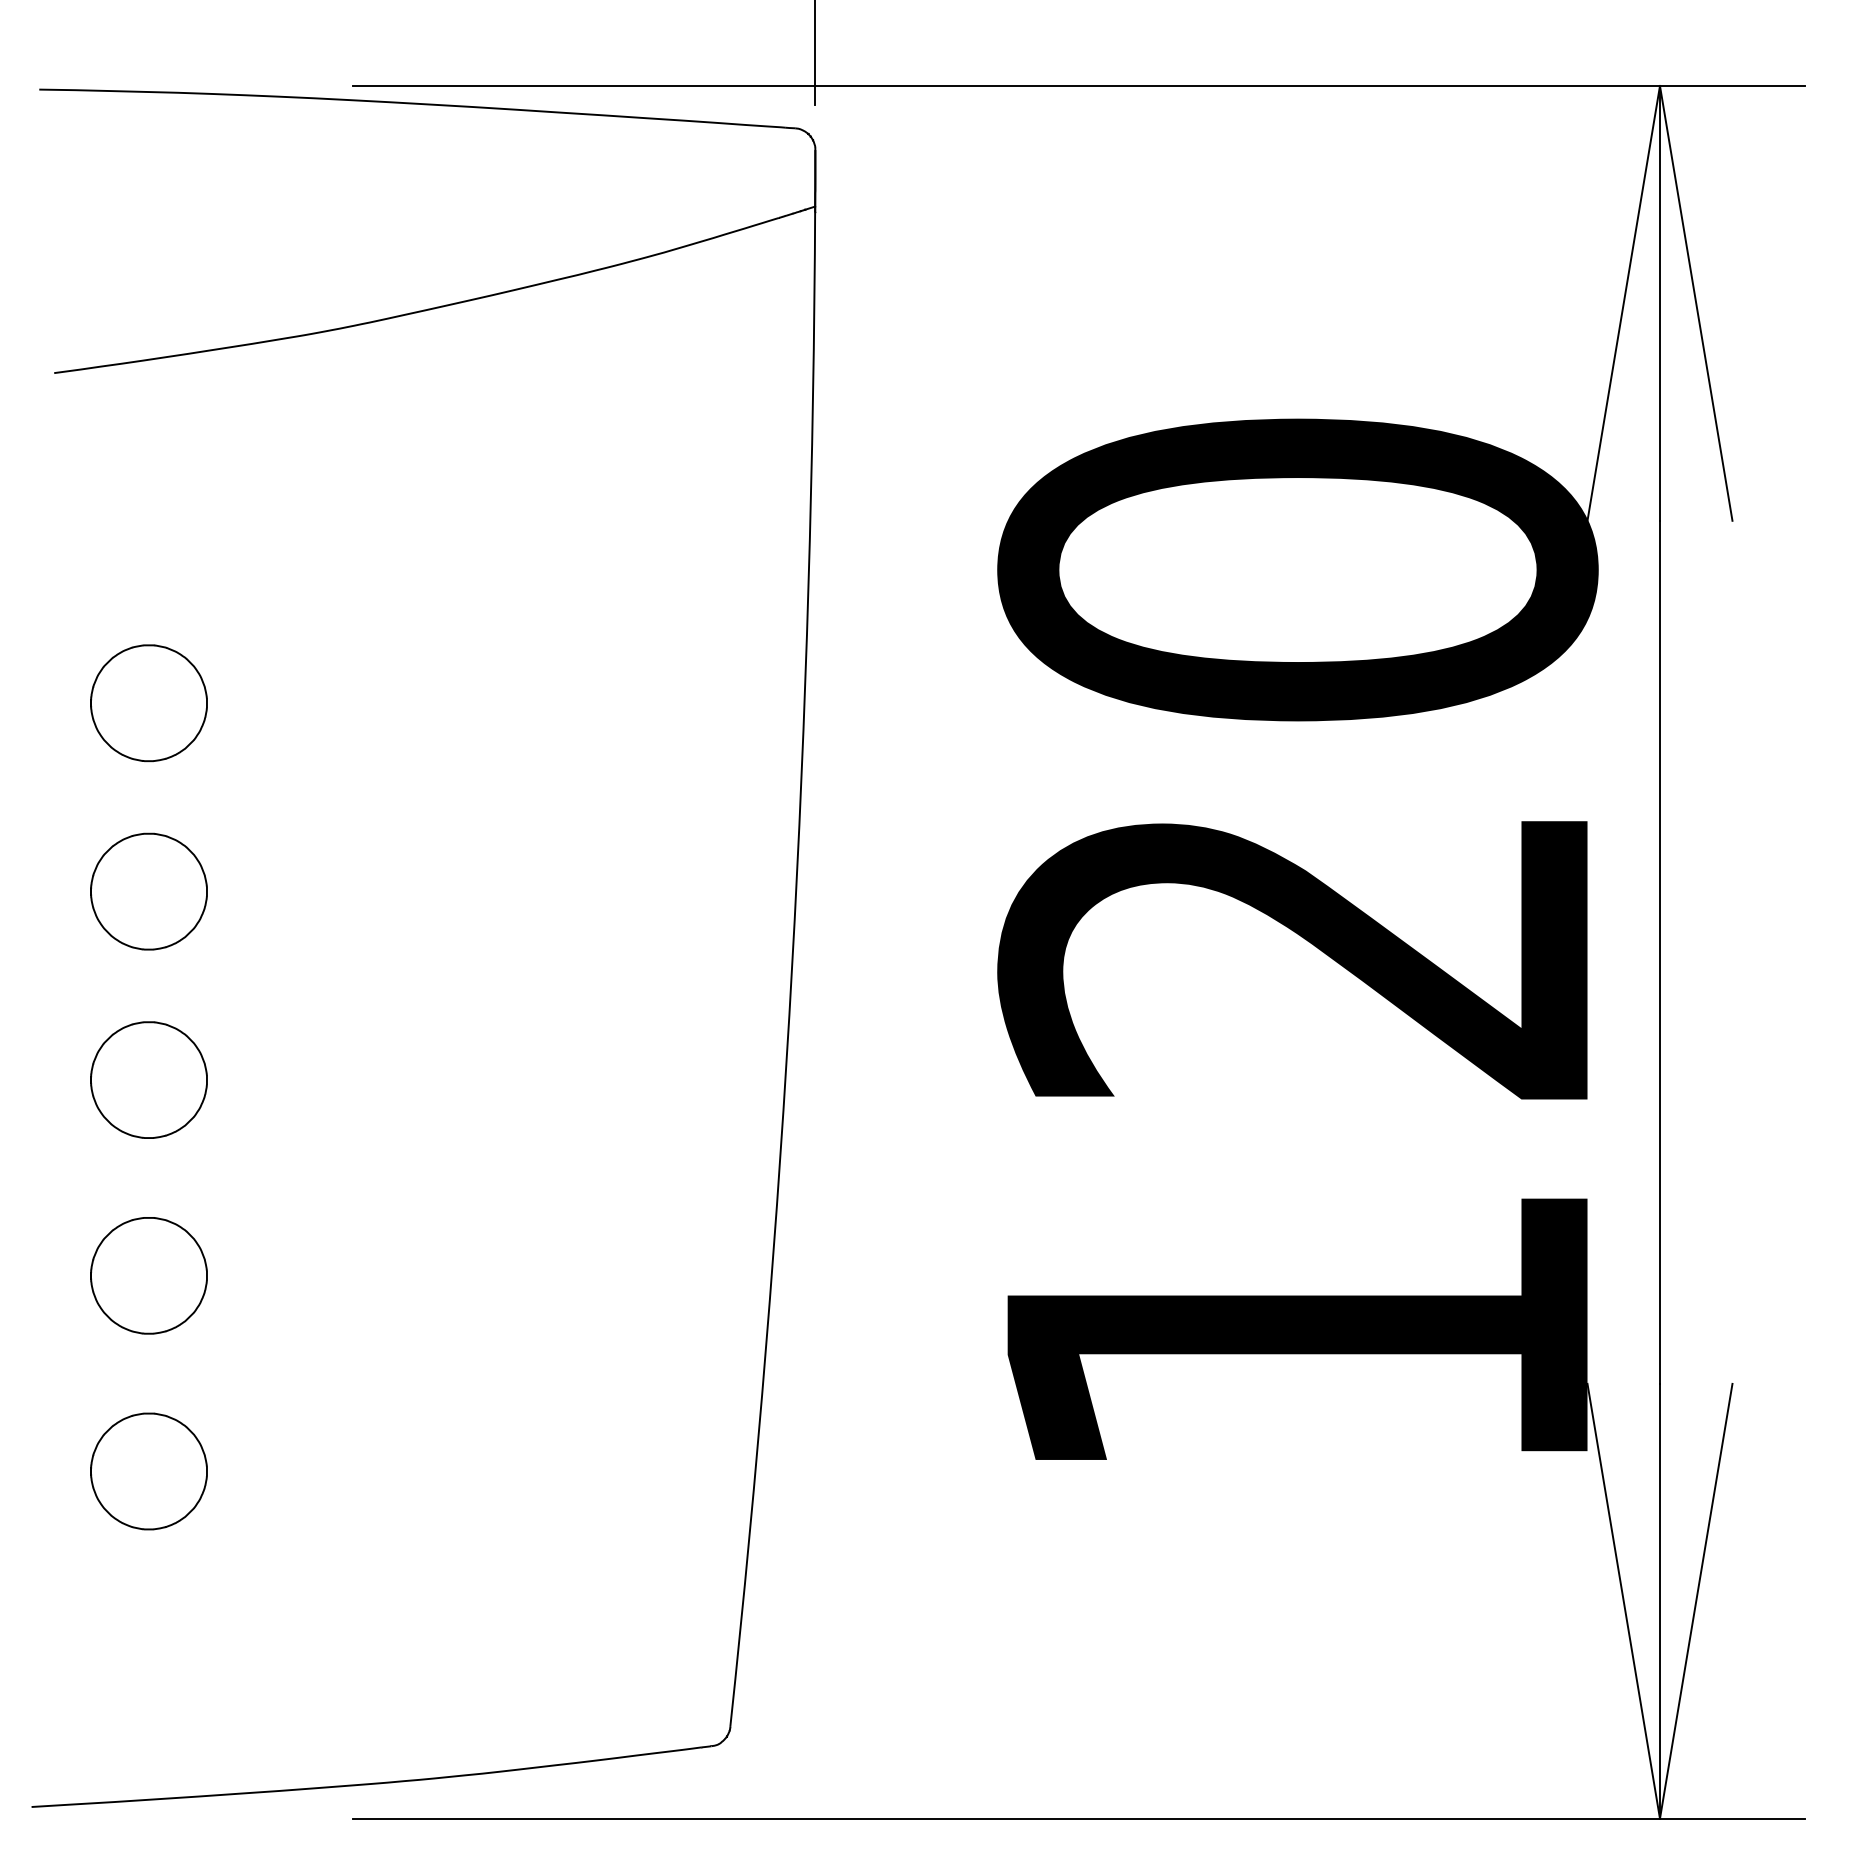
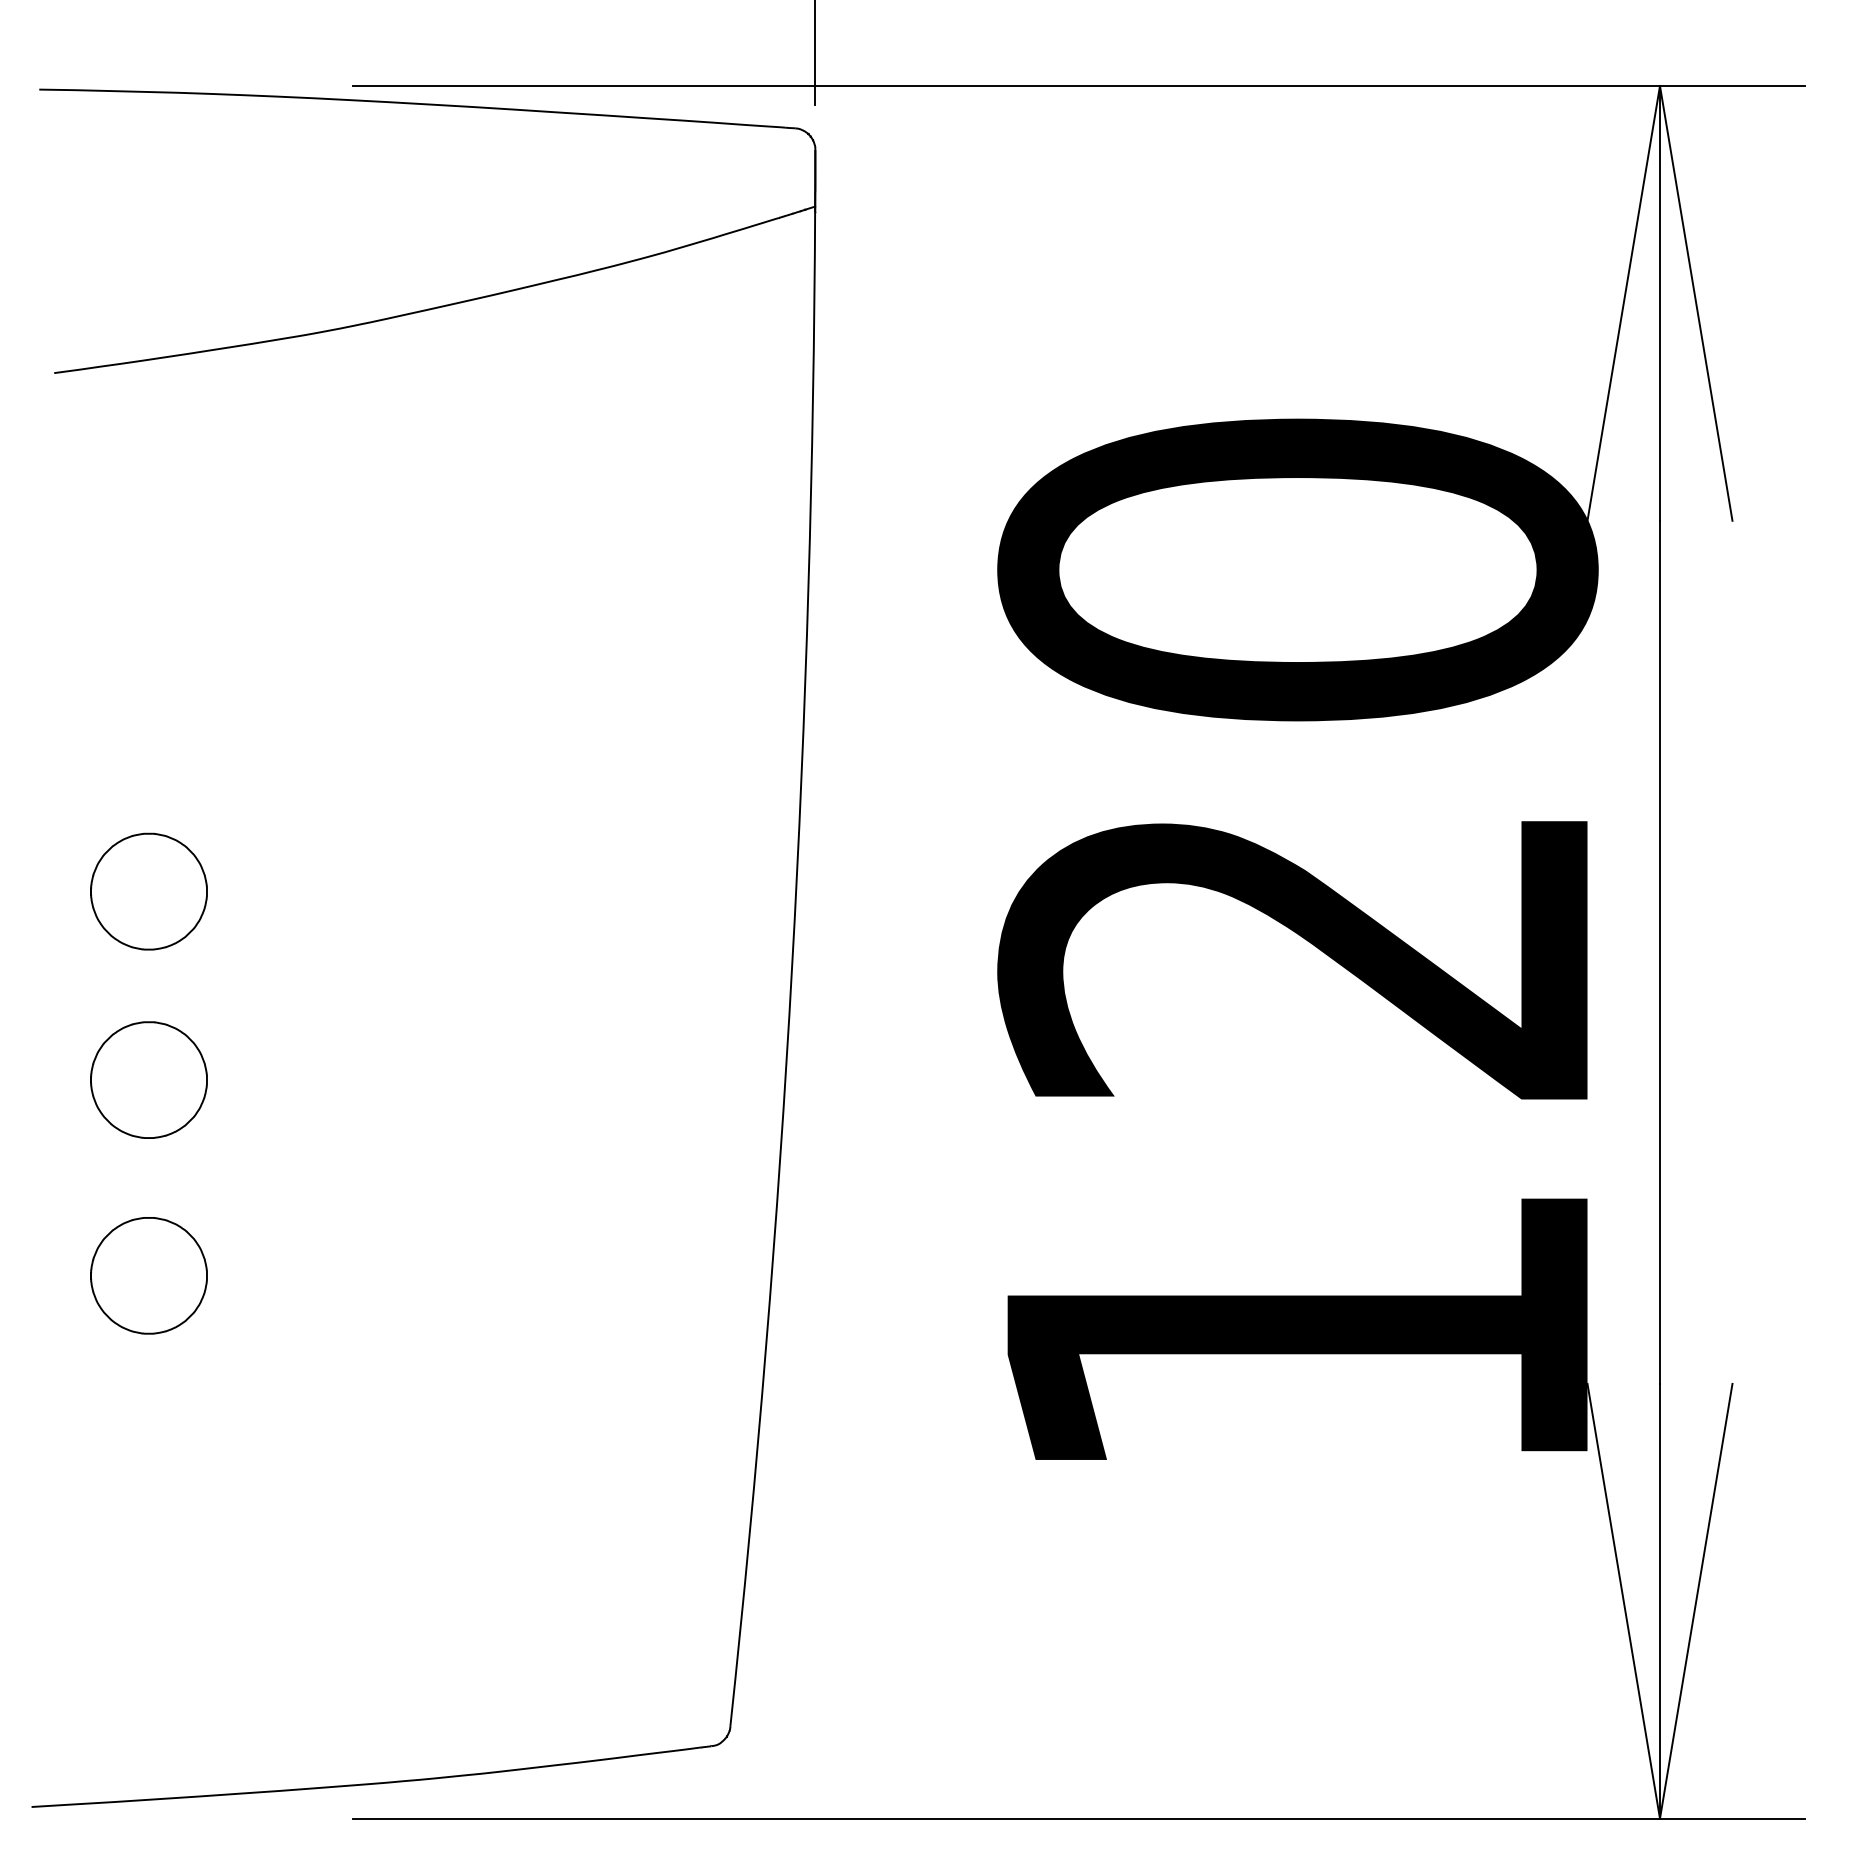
curve at (96, 724): present -> none
curve at (96, 1450): present -> none
